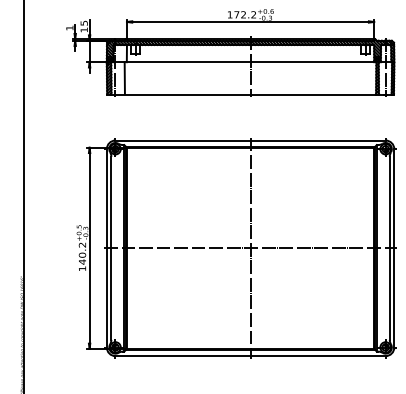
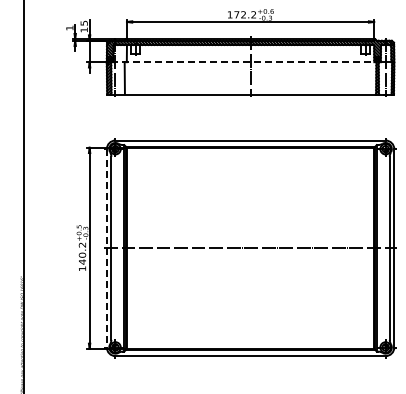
line at (243, 62): solid -> dashed
line at (106, 248): solid -> dashed
line at (250, 248): present -> none
